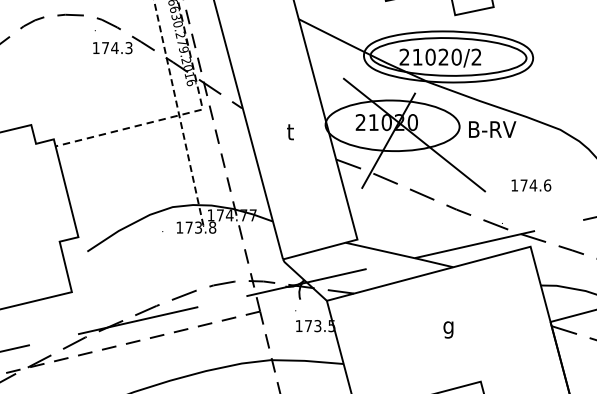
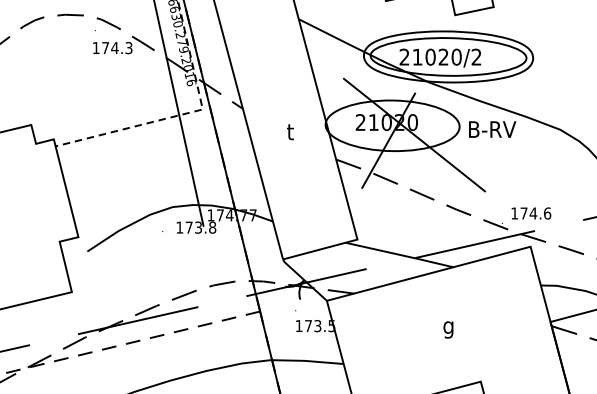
line at (178, 113): dashed -> solid
text at (531, 185) position: (531, 185) -> (531, 213)
line at (231, 196): none -> present
